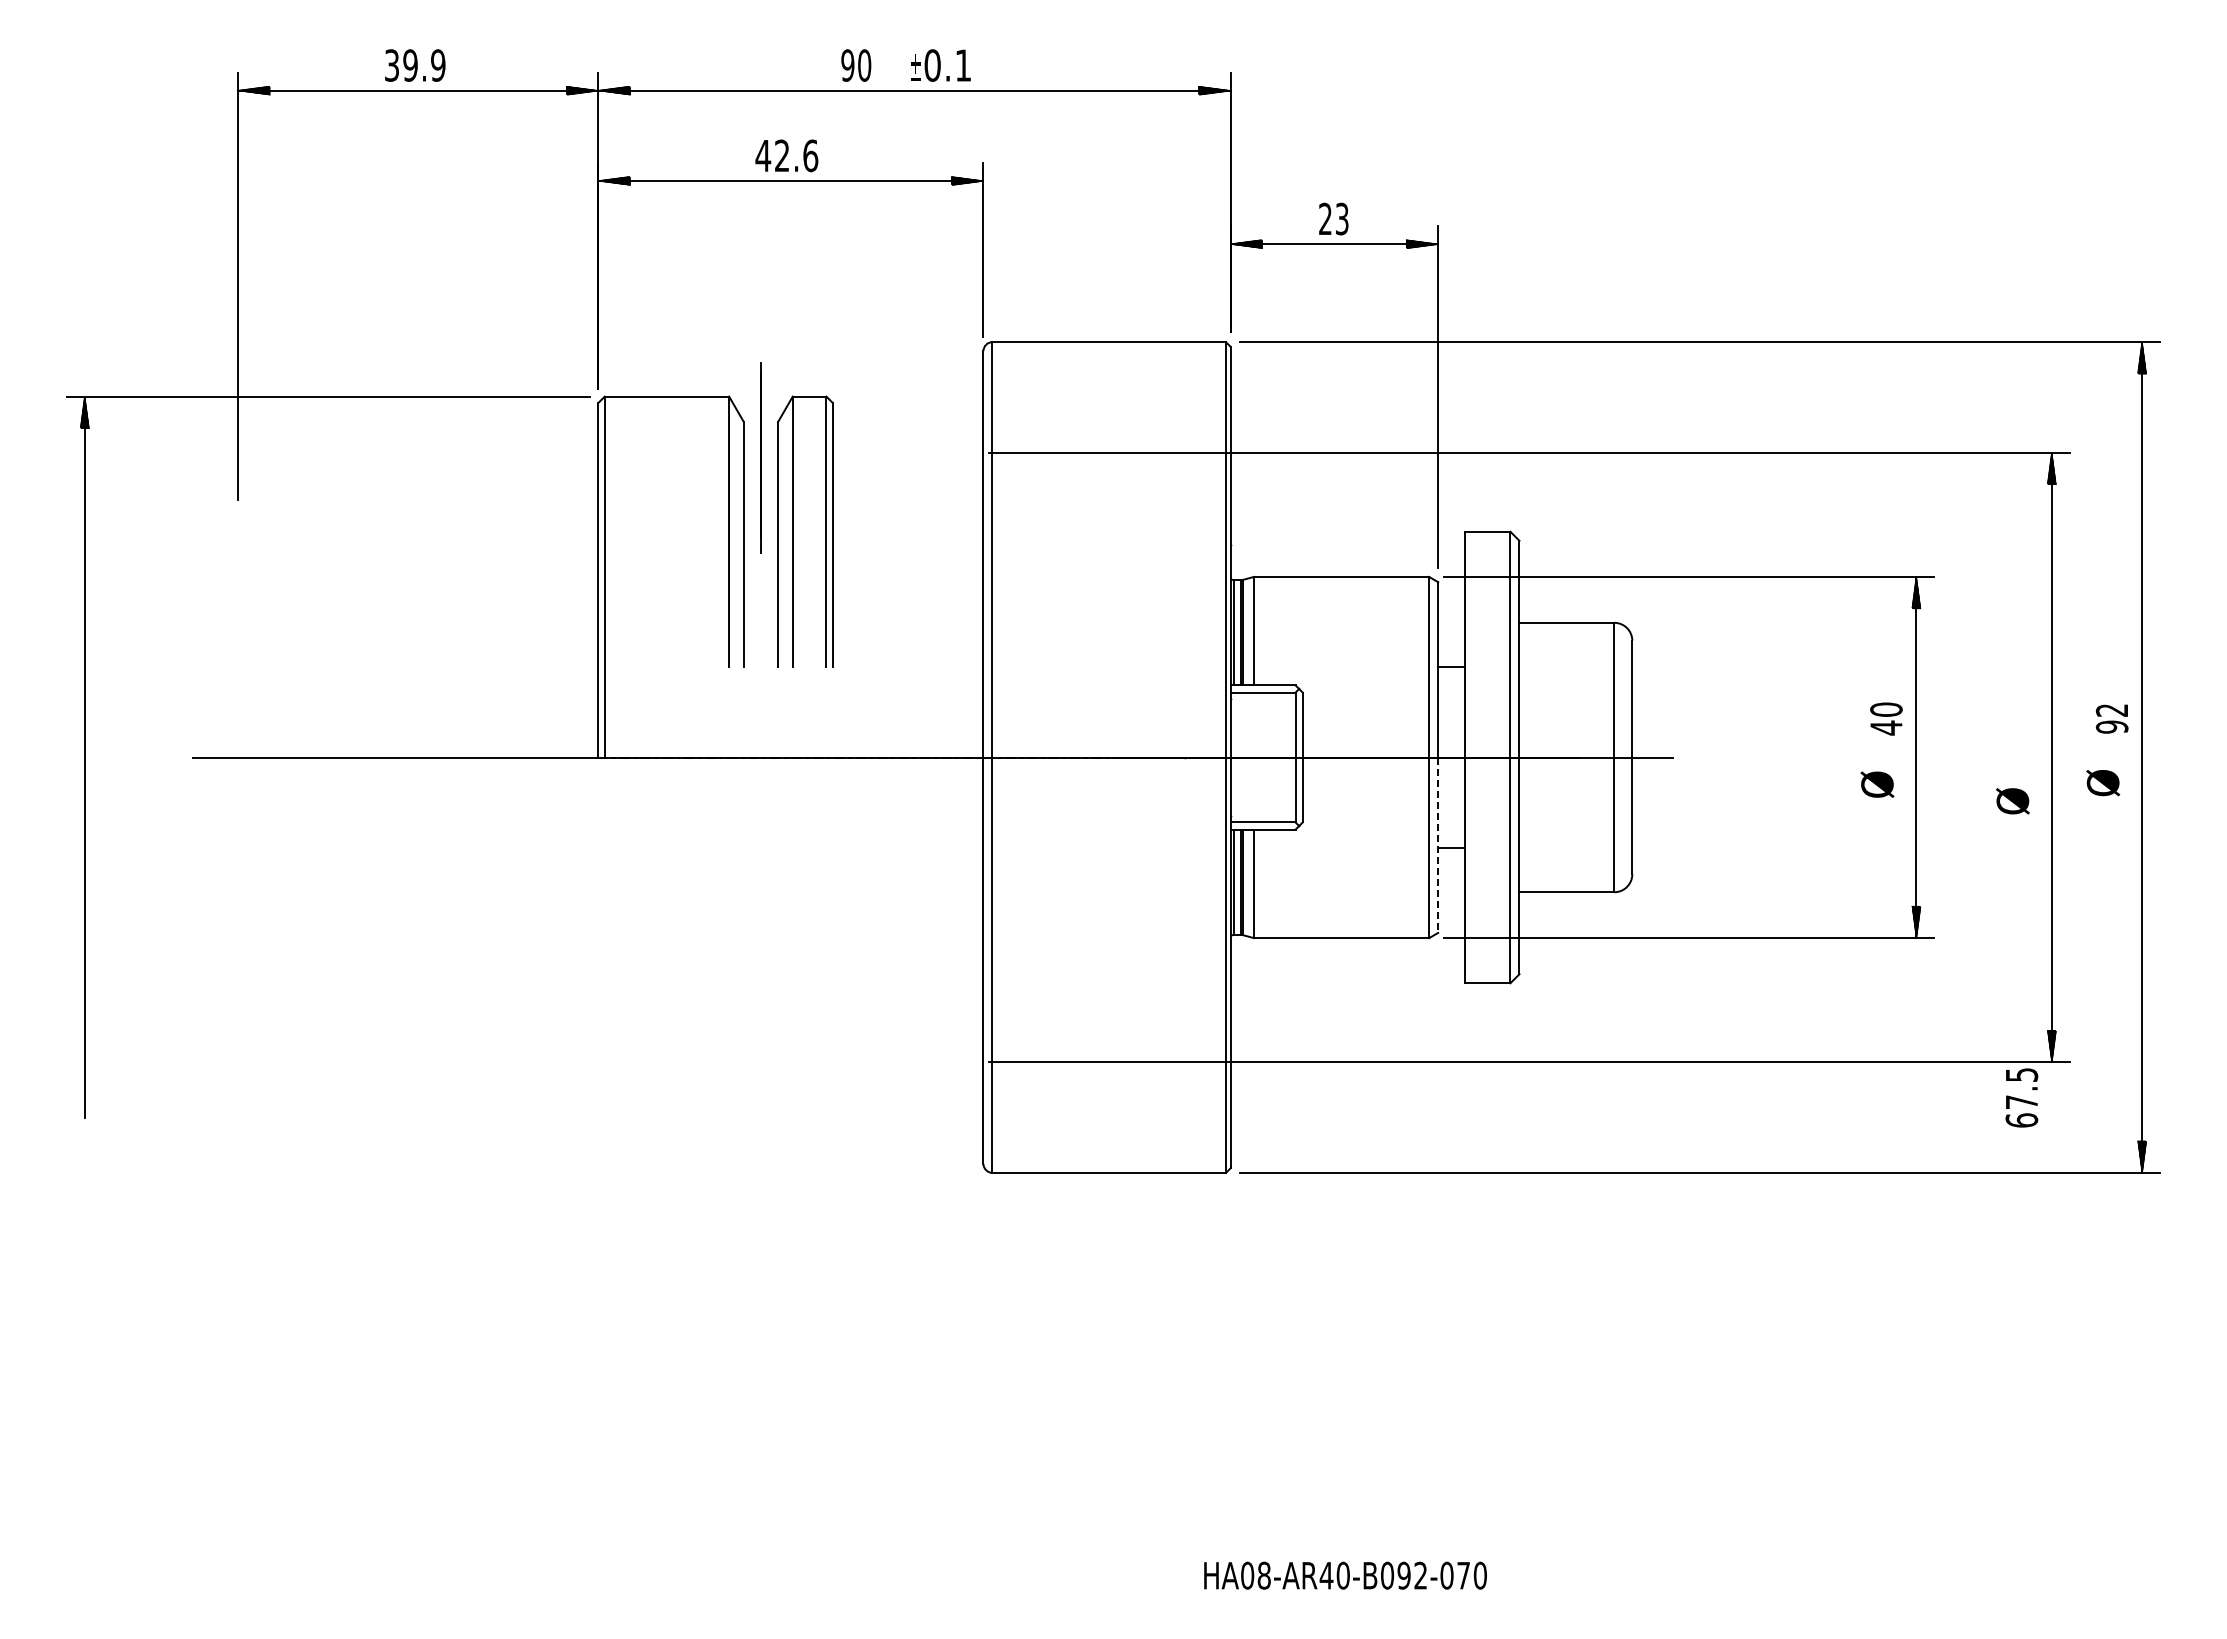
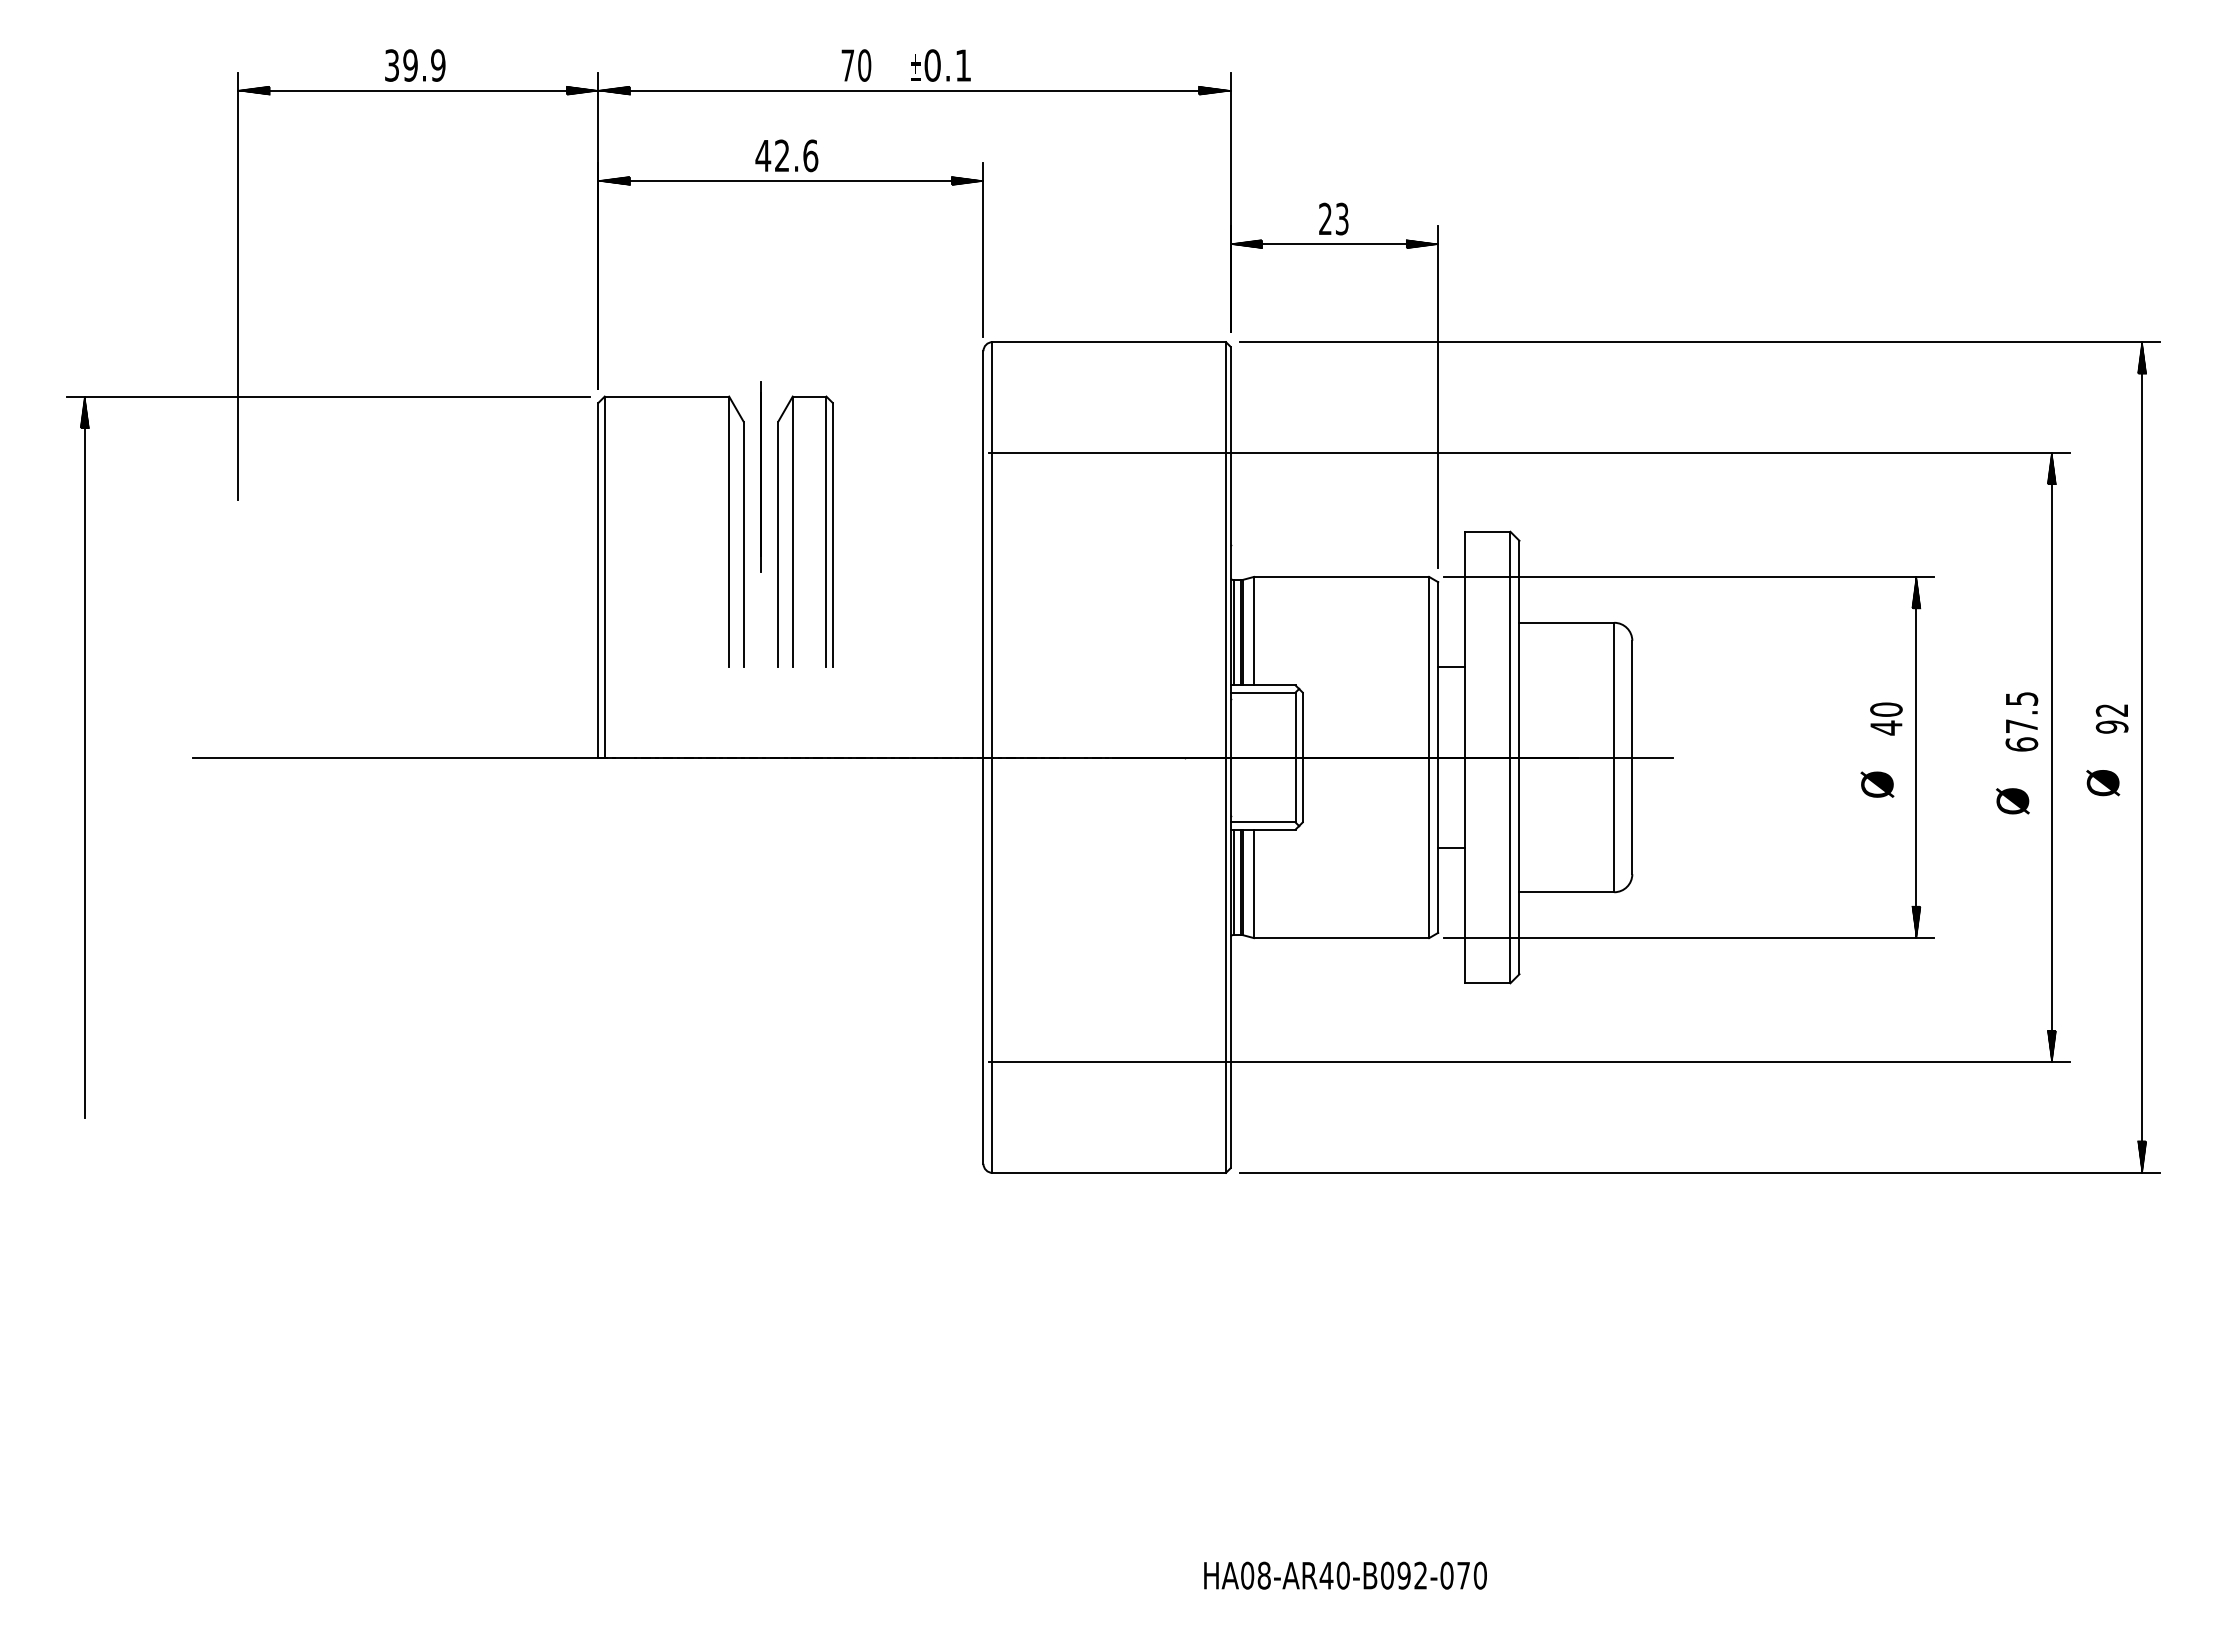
text at (847, 65): 90 -> 70
line at (760, 457) position: (760, 457) -> (760, 476)
line at (1438, 845): dashed -> solid
text at (2021, 1097) position: (2021, 1097) -> (2021, 721)
